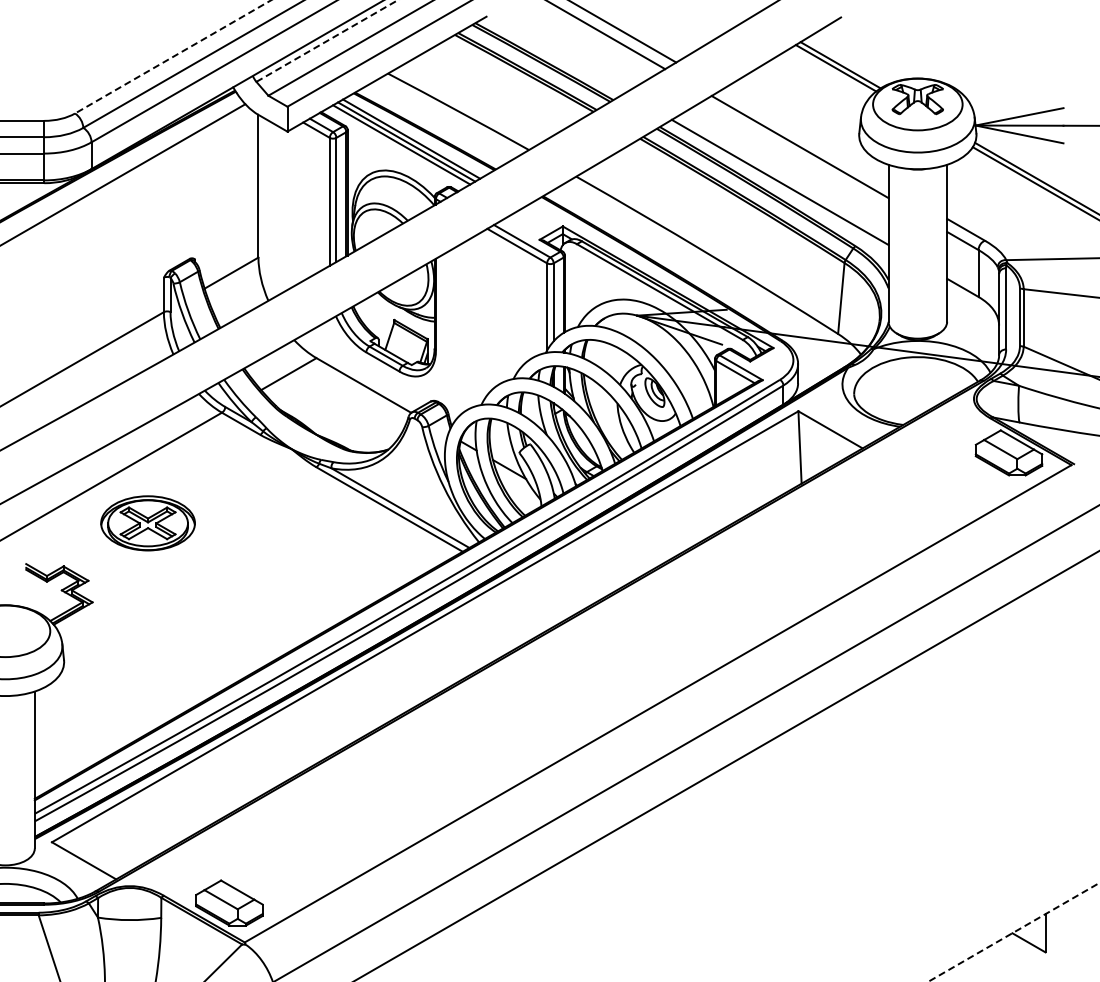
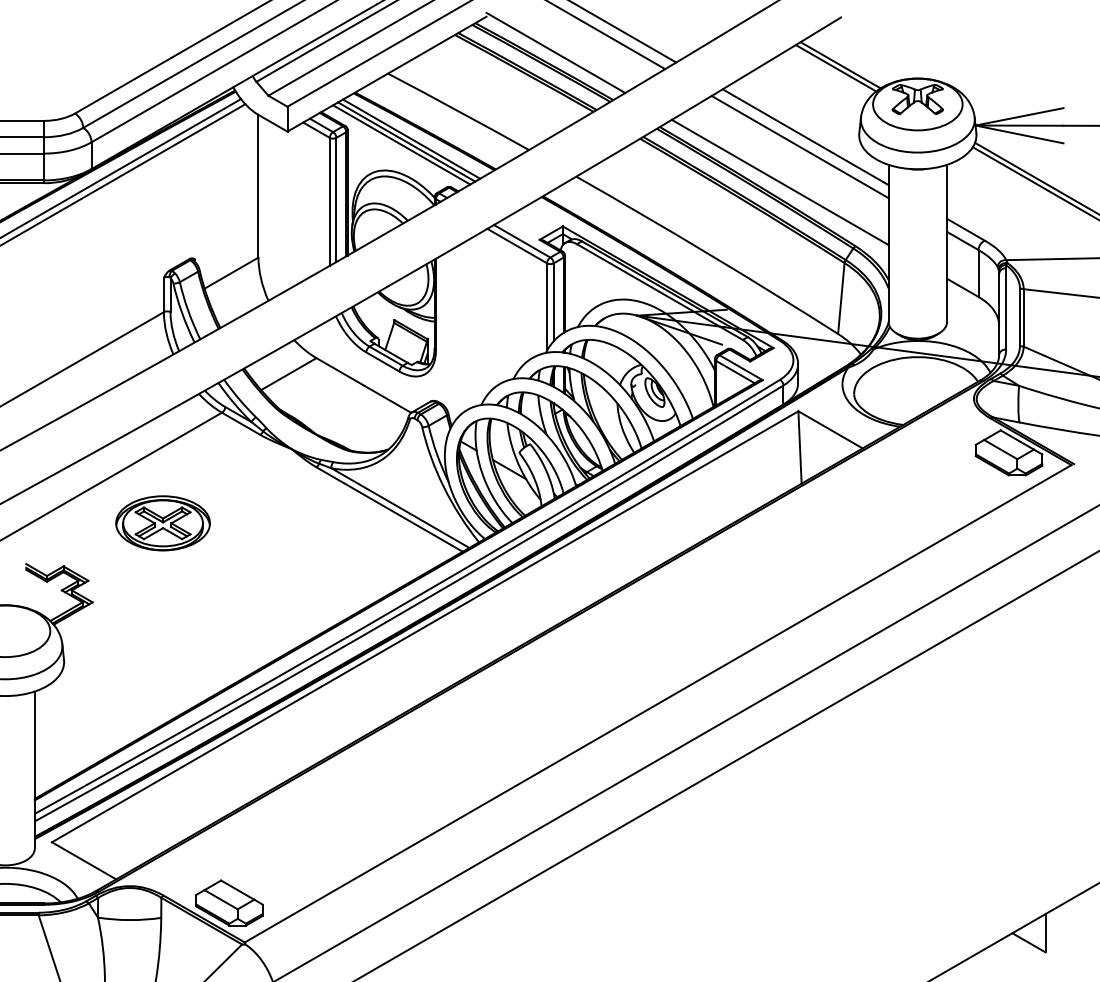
line at (327, 40): dashed -> solid
line at (555, 52): none -> present
line at (172, 57): dashed -> solid
line at (805, 137): none -> present
line at (121, 167): none -> present
part at (147, 523) position: (147, 523) -> (162, 523)
line at (1013, 932): dashed -> solid
